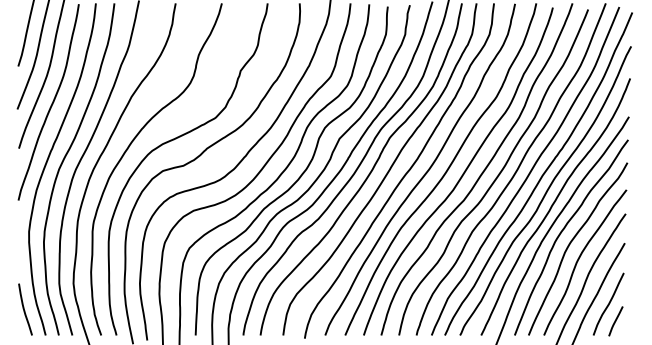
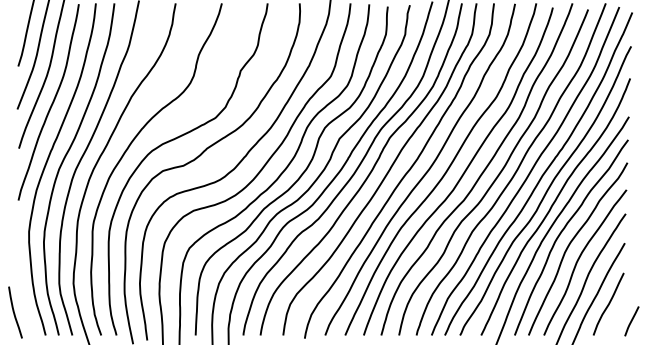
curve at (24, 309) position: (24, 309) -> (14, 312)
line at (615, 321) position: (615, 321) -> (631, 321)
